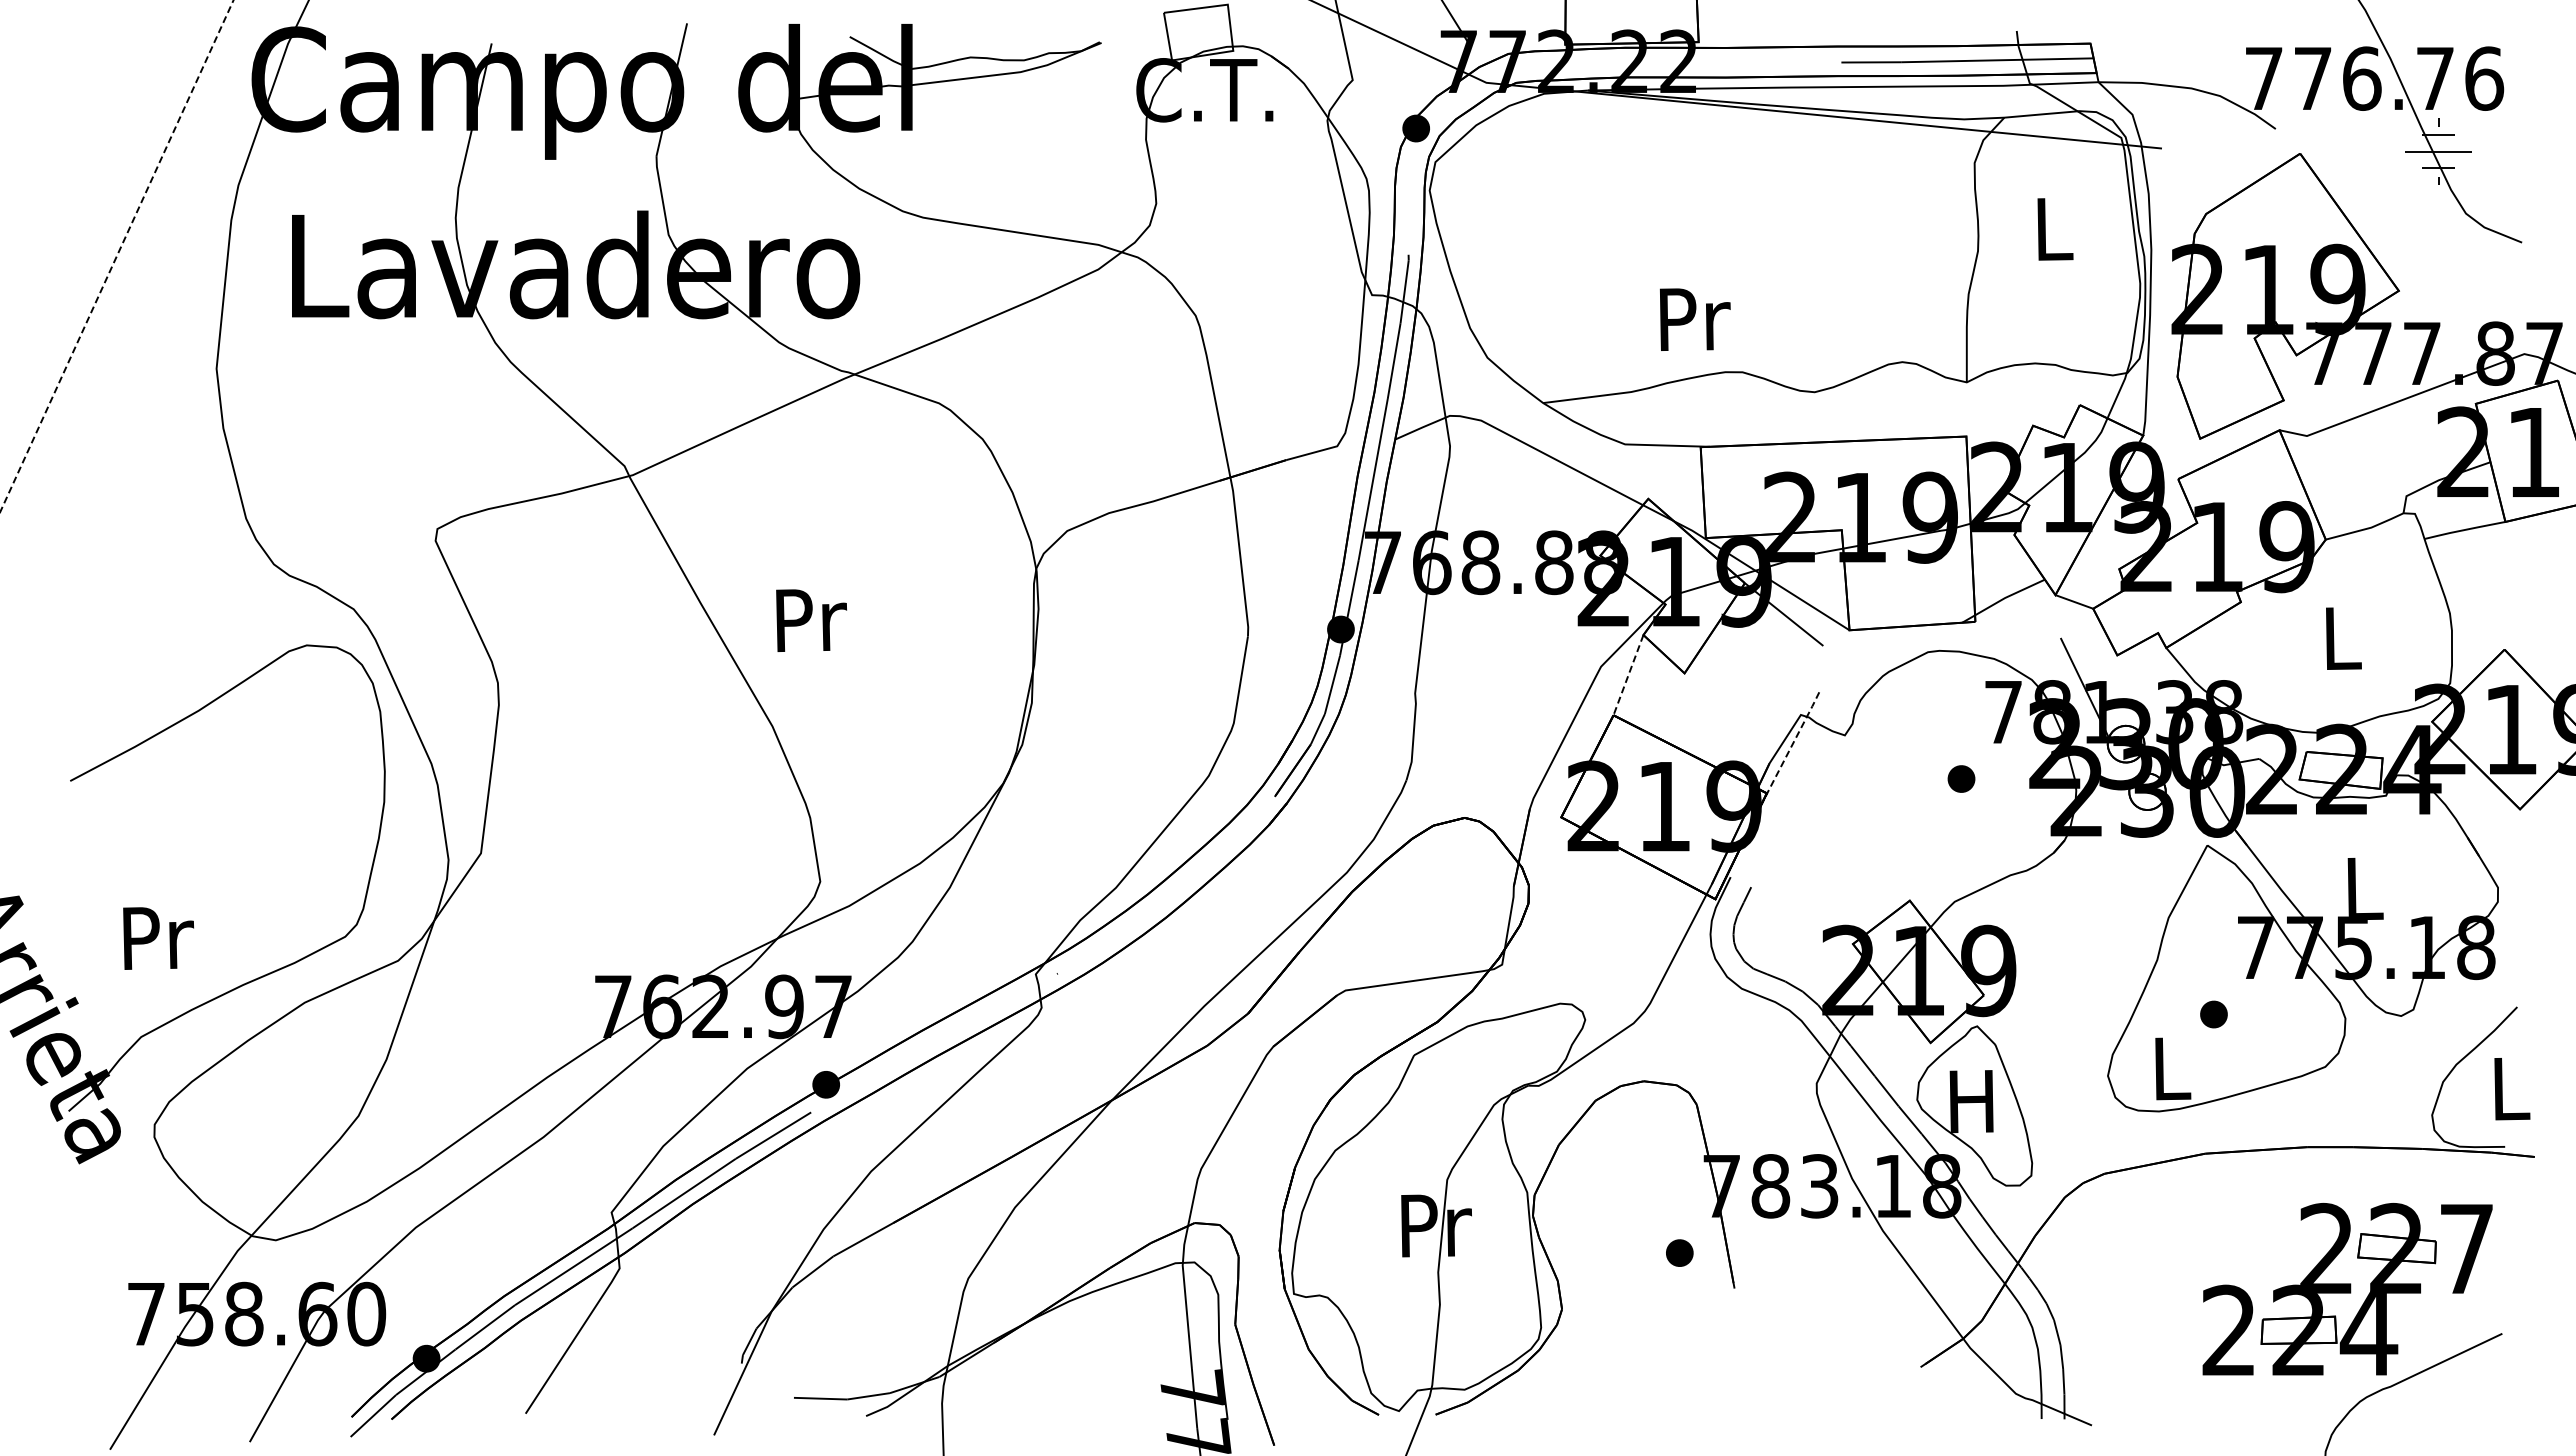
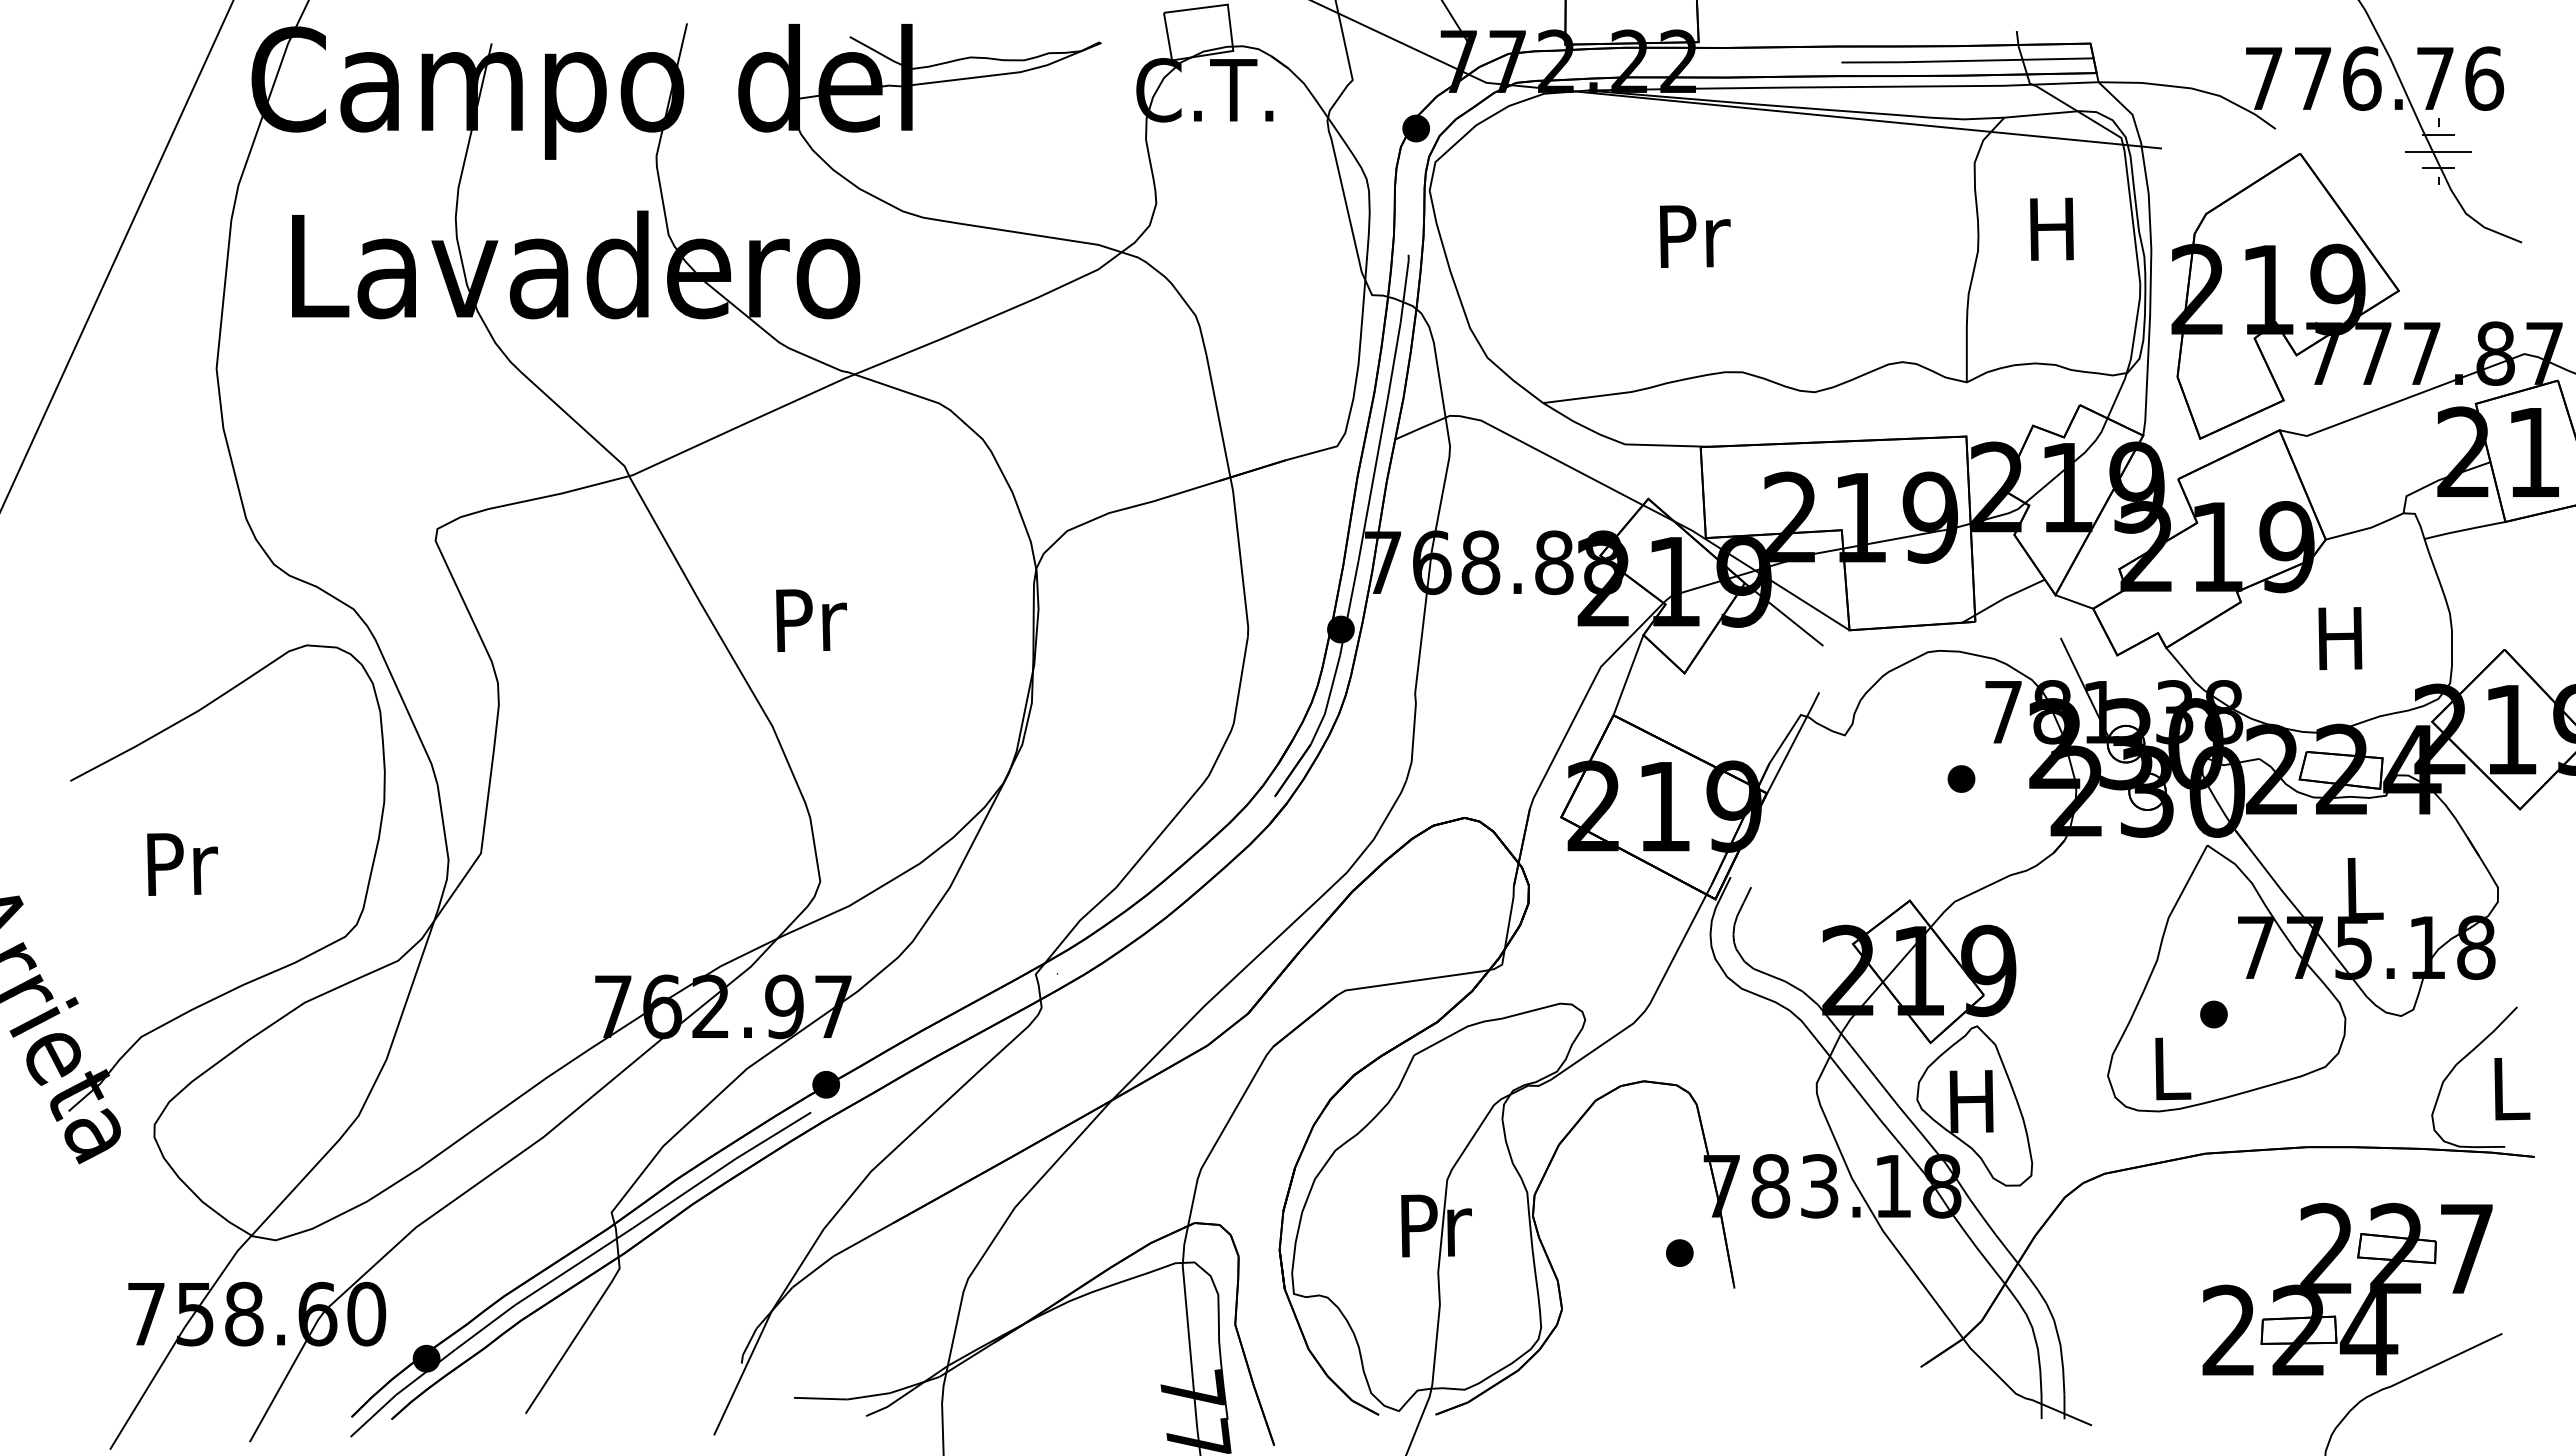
text at (2051, 228): L -> H
line at (117, 255): dashed -> solid
text at (1695, 319) position: (1695, 319) -> (1695, 236)
text at (2340, 638): L -> H
line at (1628, 675): dashed -> solid
line at (1790, 747): dashed -> solid
text at (158, 938) position: (158, 938) -> (182, 864)
